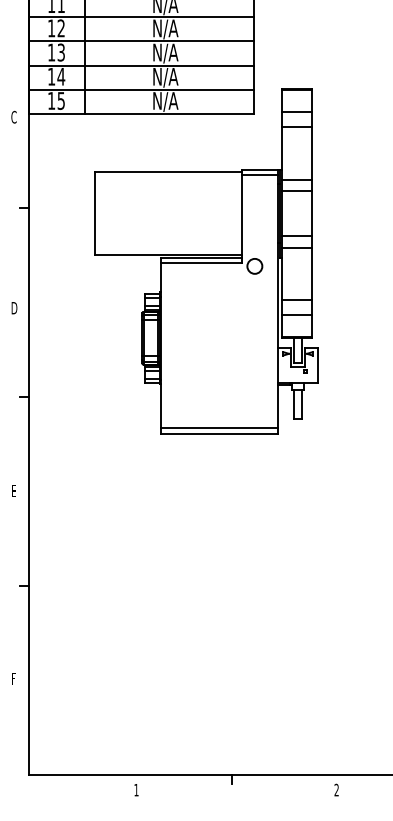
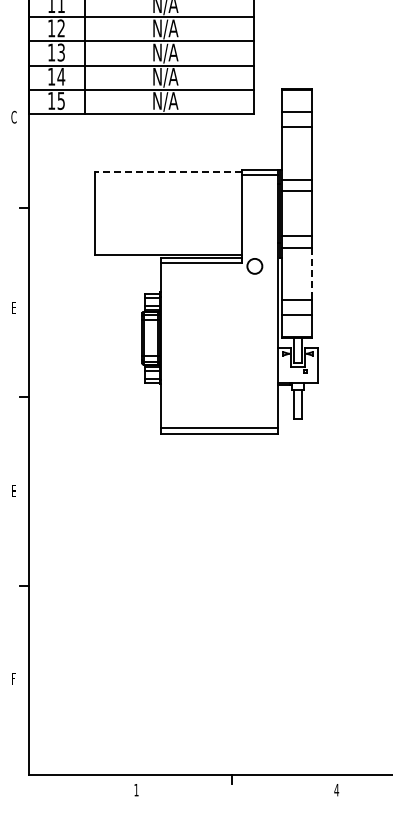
line at (167, 172): solid -> dashed
line at (311, 274): solid -> dashed
text at (14, 308): D -> E
text at (336, 789): 2 -> 4
